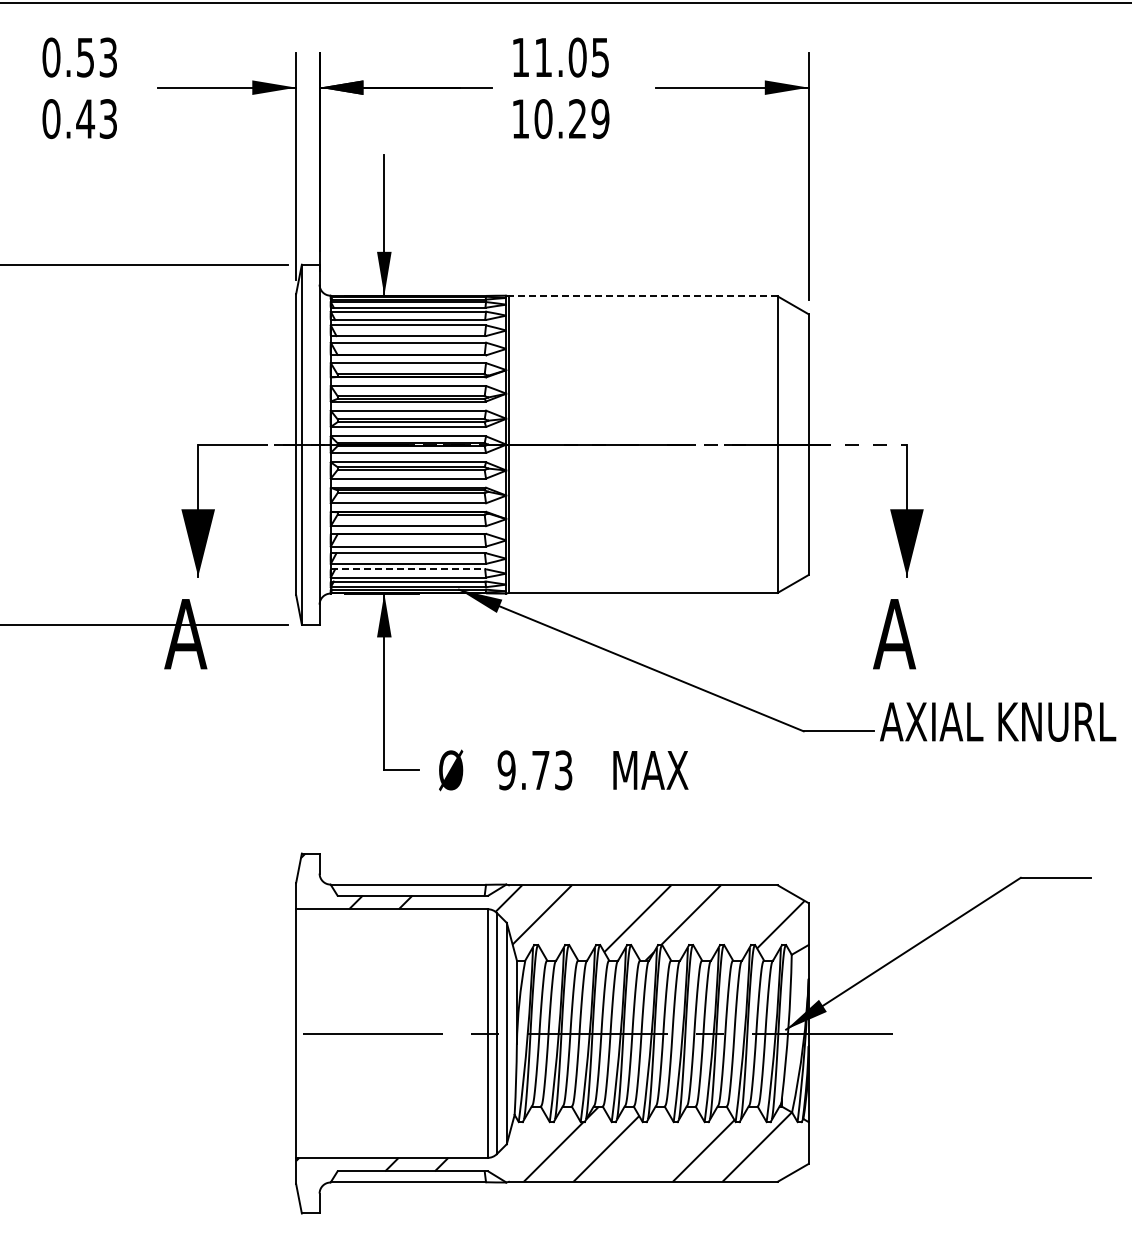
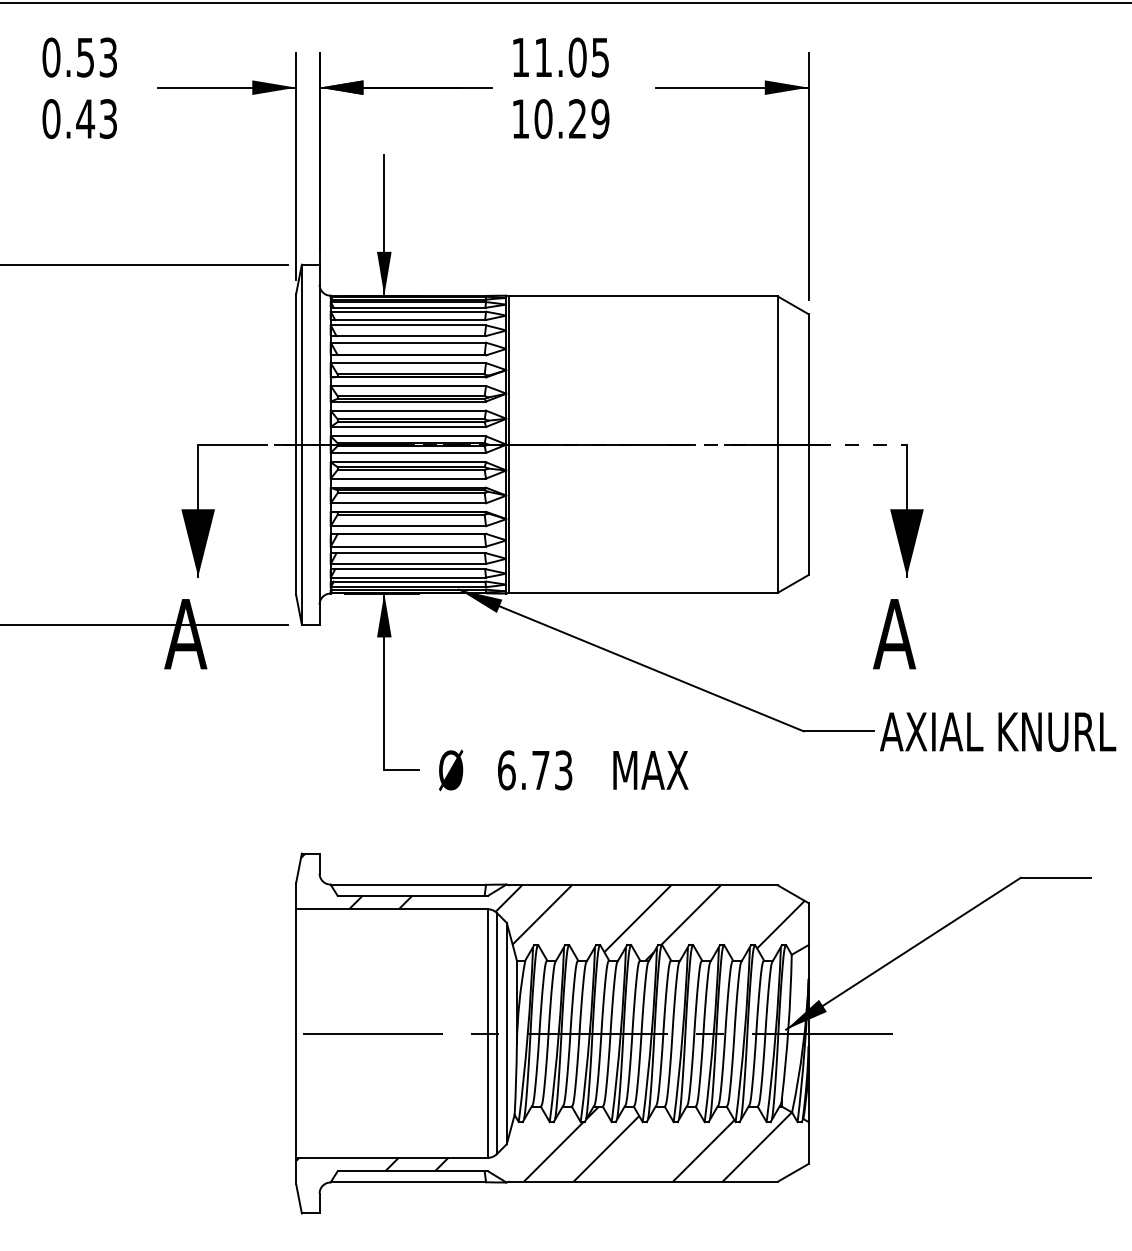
line at (642, 296): dashed -> solid
line at (408, 569): dashed -> solid
text at (998, 721) position: (998, 721) -> (998, 731)
text at (506, 770): 9.73 -> 6.73
